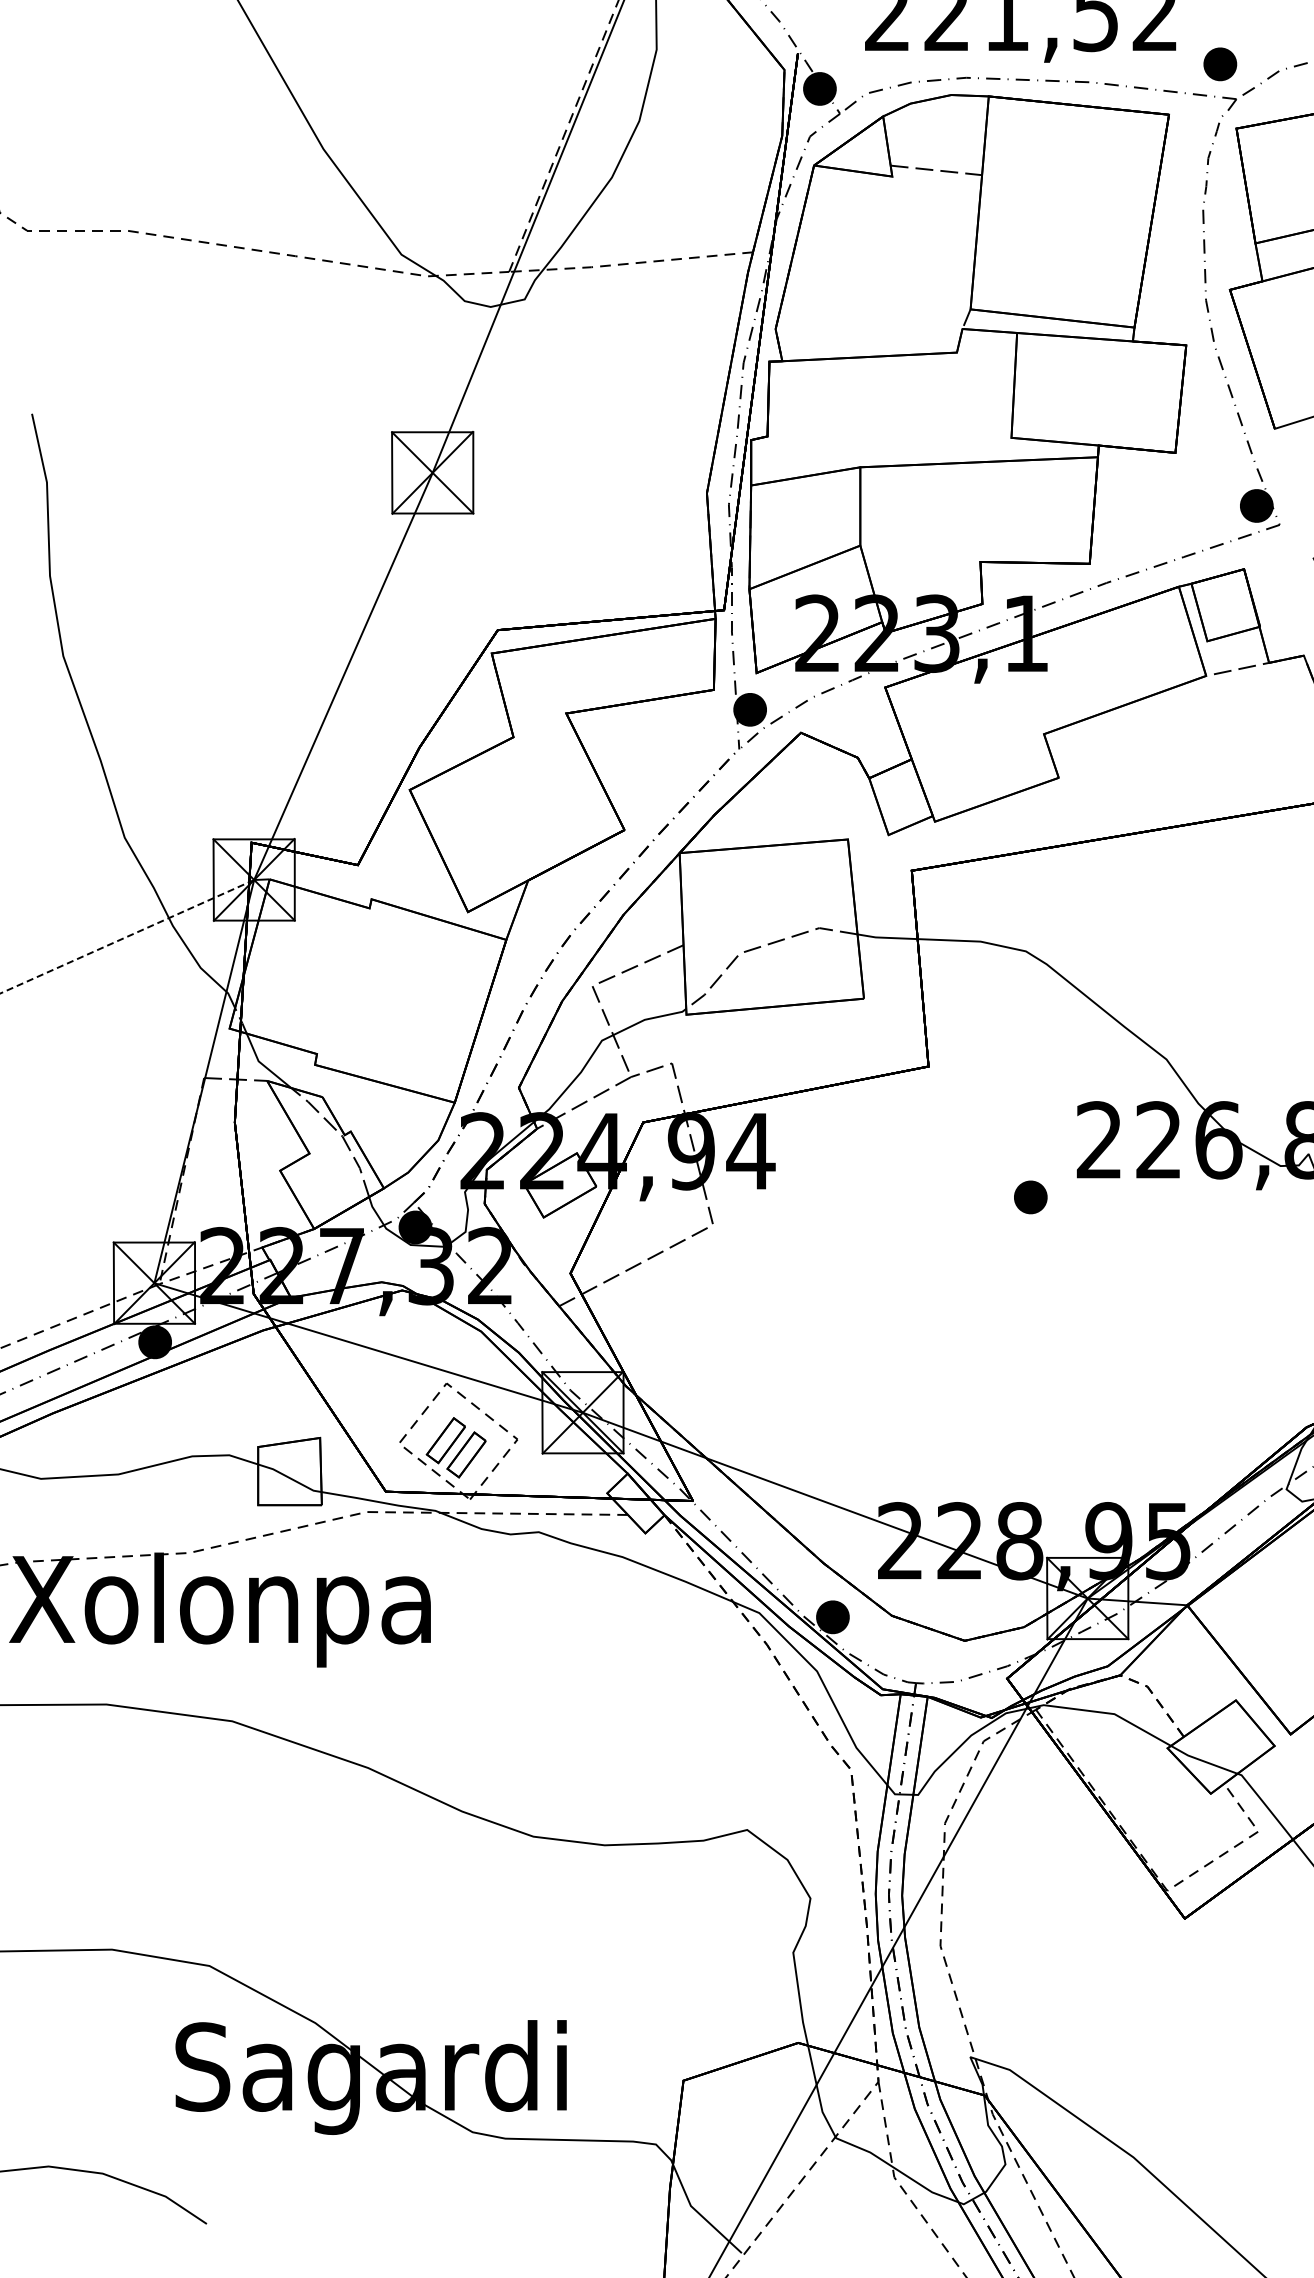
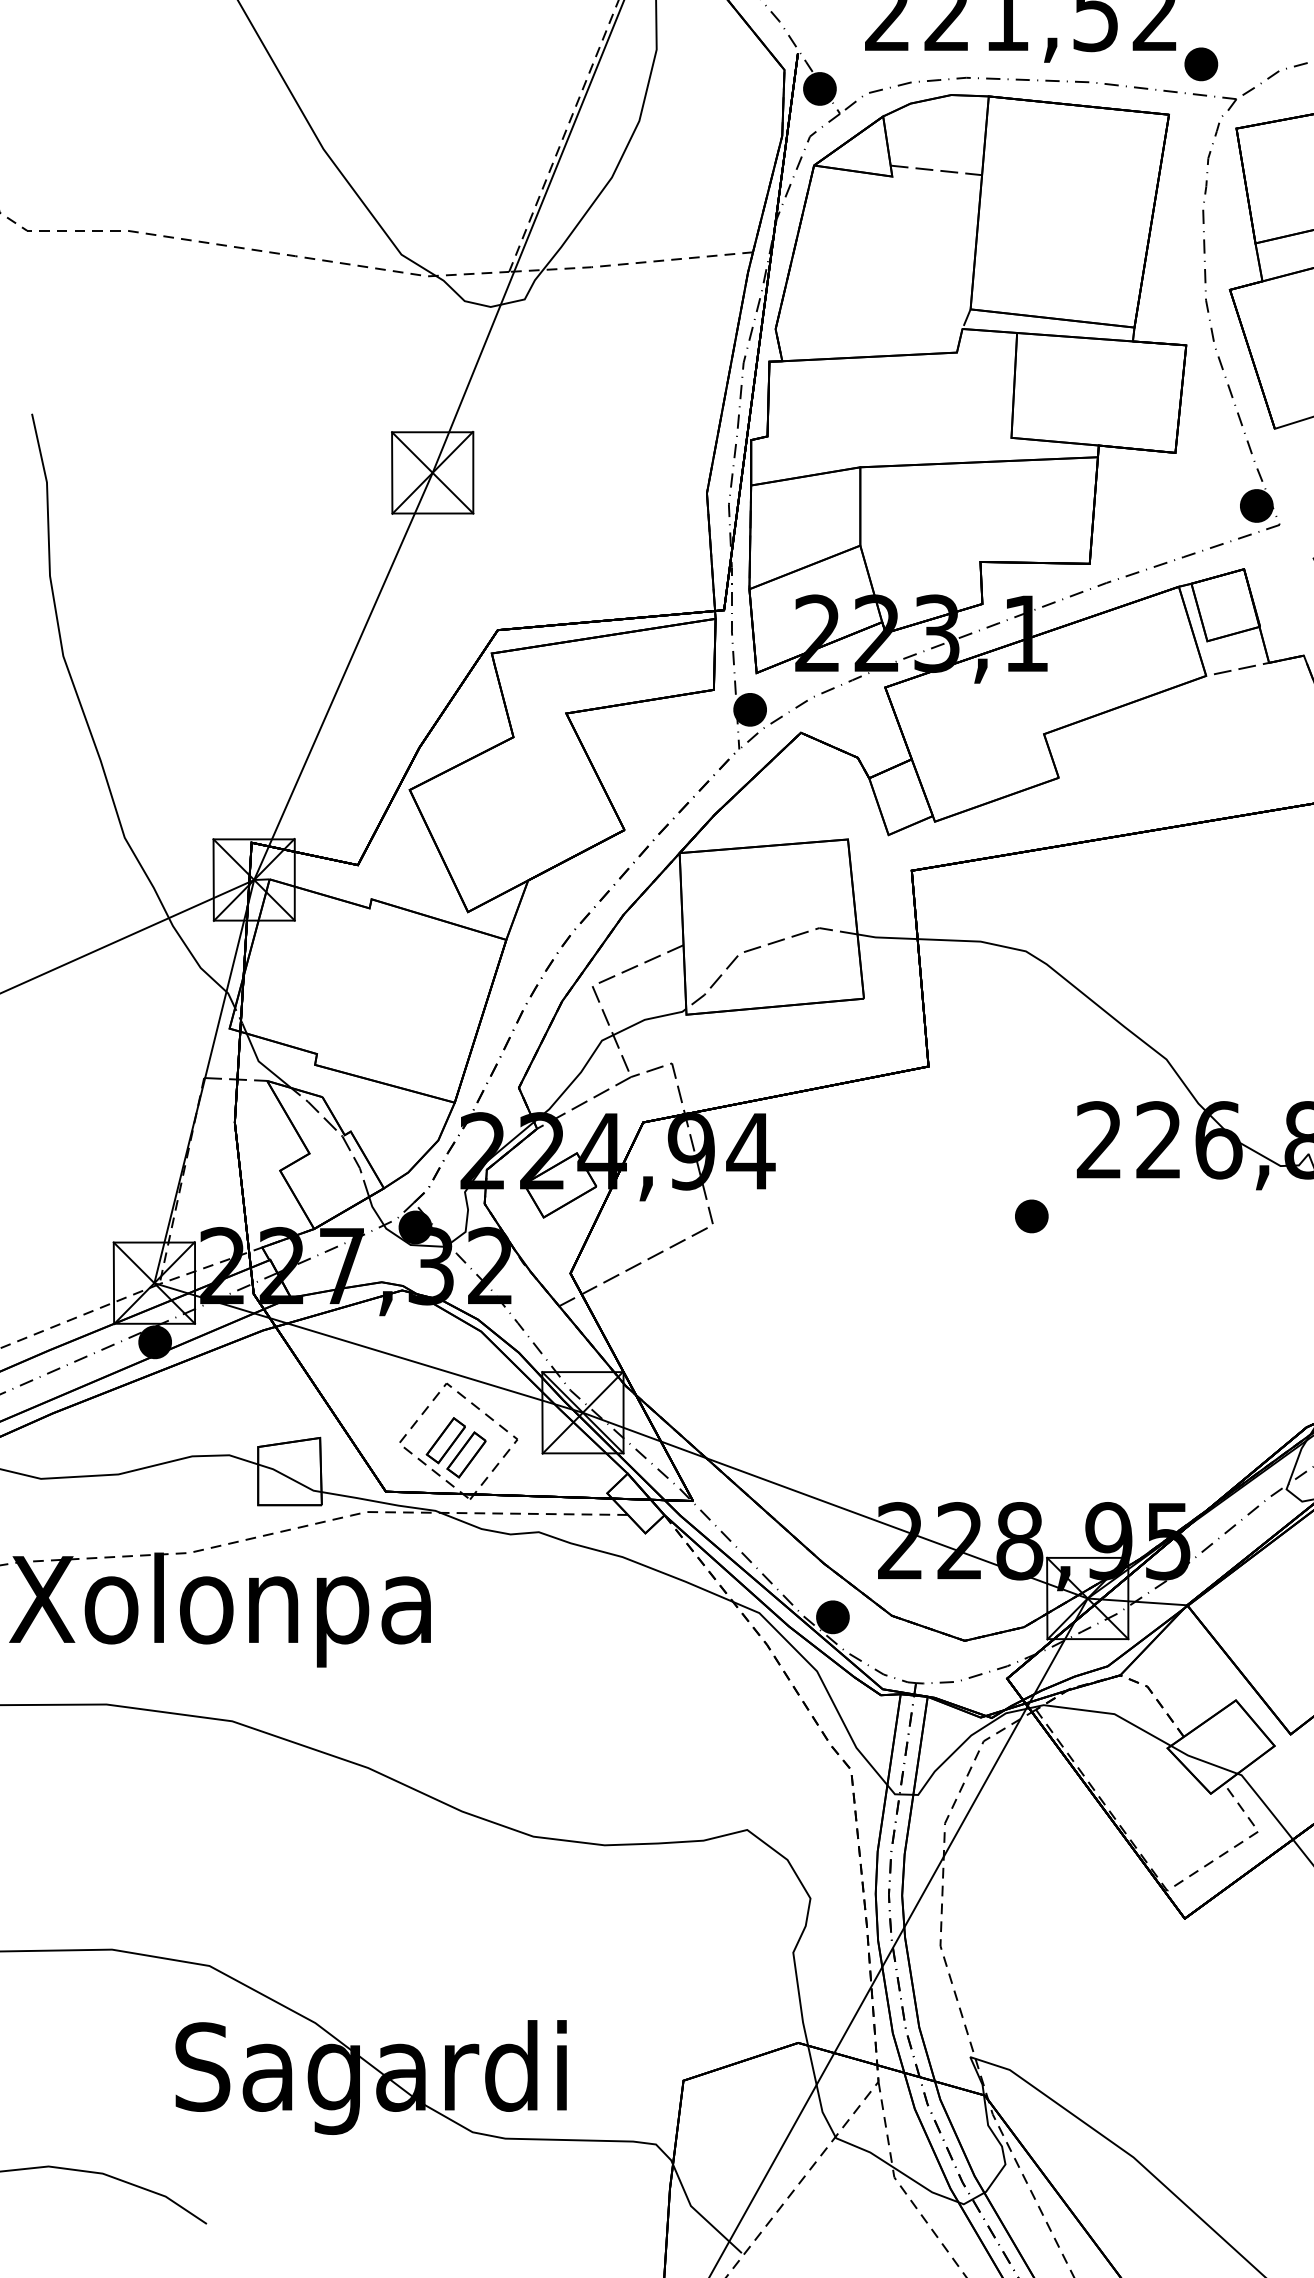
part at (1220, 64) position: (1220, 64) -> (1201, 64)
line at (127, 936): dashed -> solid
part at (1030, 1197) position: (1030, 1197) -> (1031, 1216)
